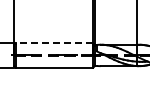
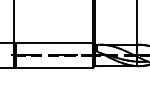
line at (54, 43): dashed -> solid
